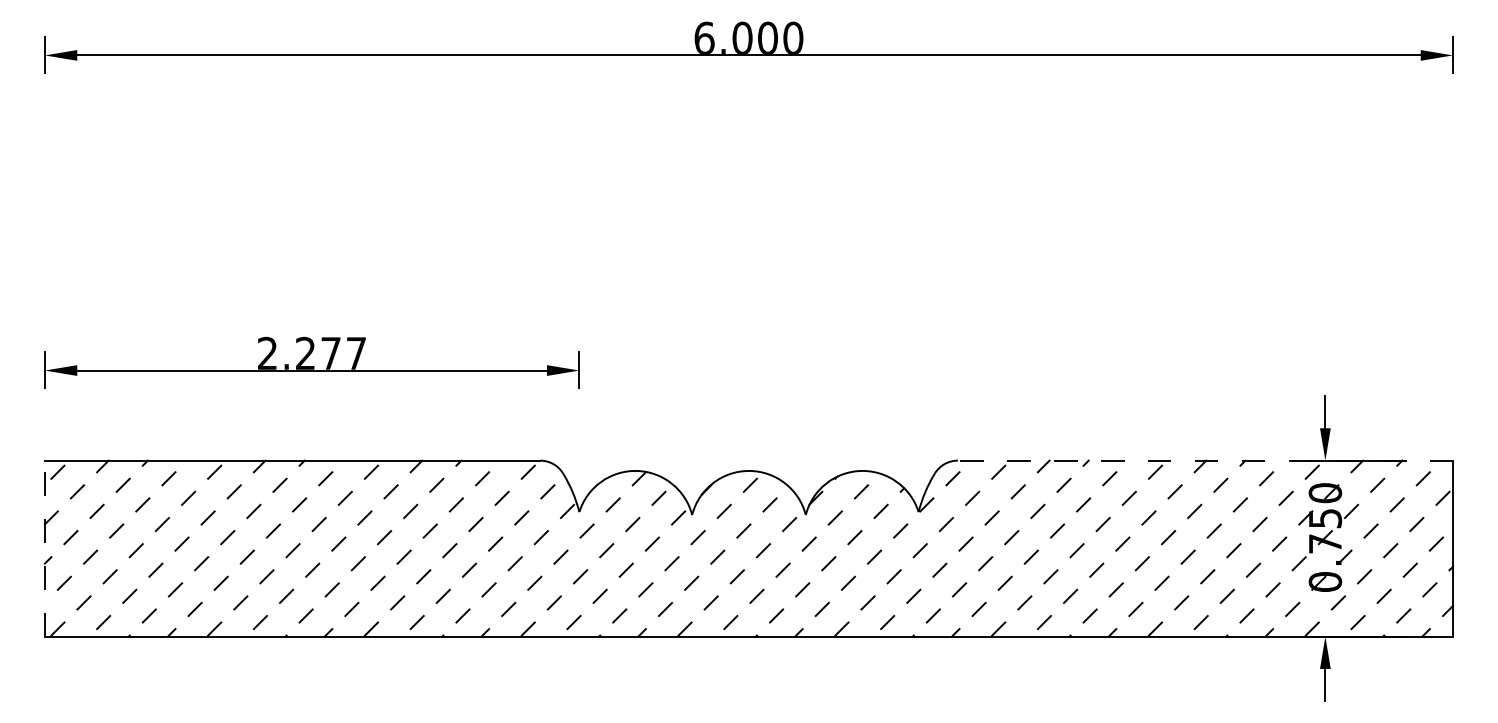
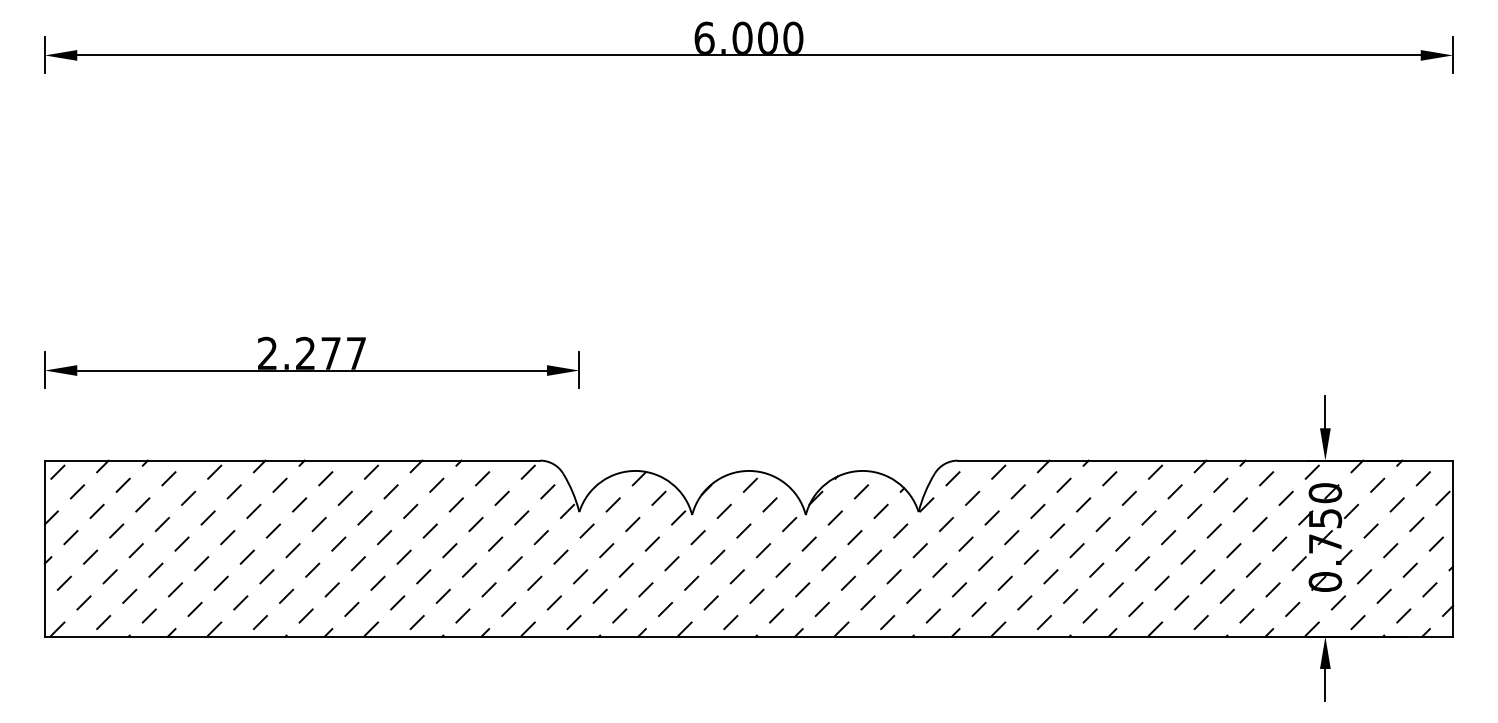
line at (1205, 460): dashed -> solid
line at (44, 548): dashed -> solid
